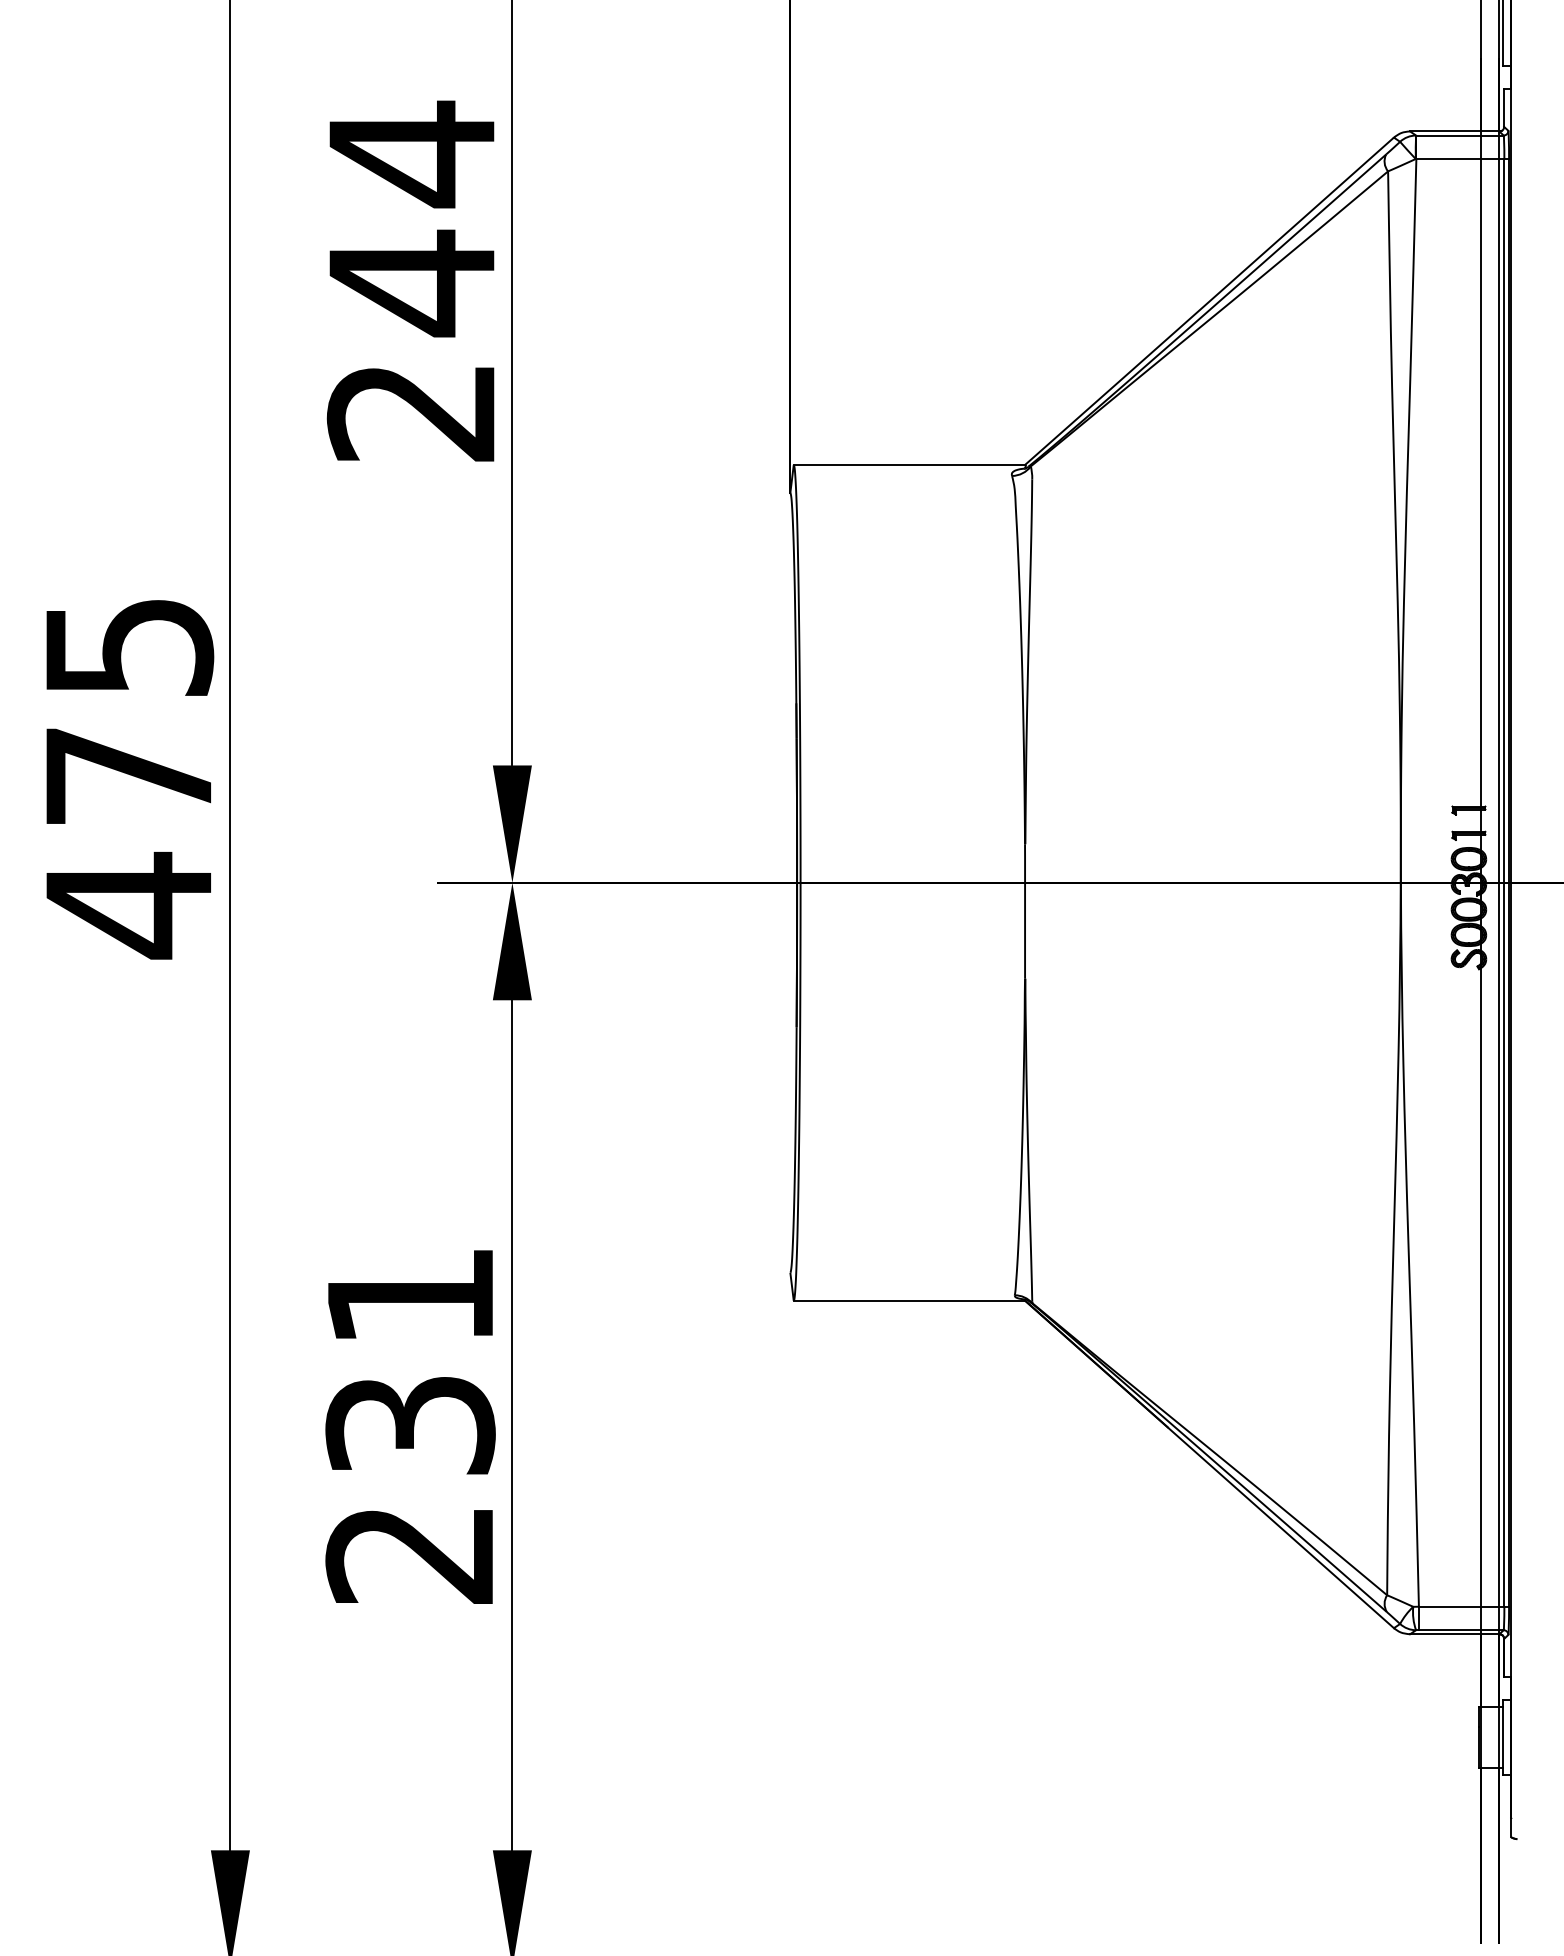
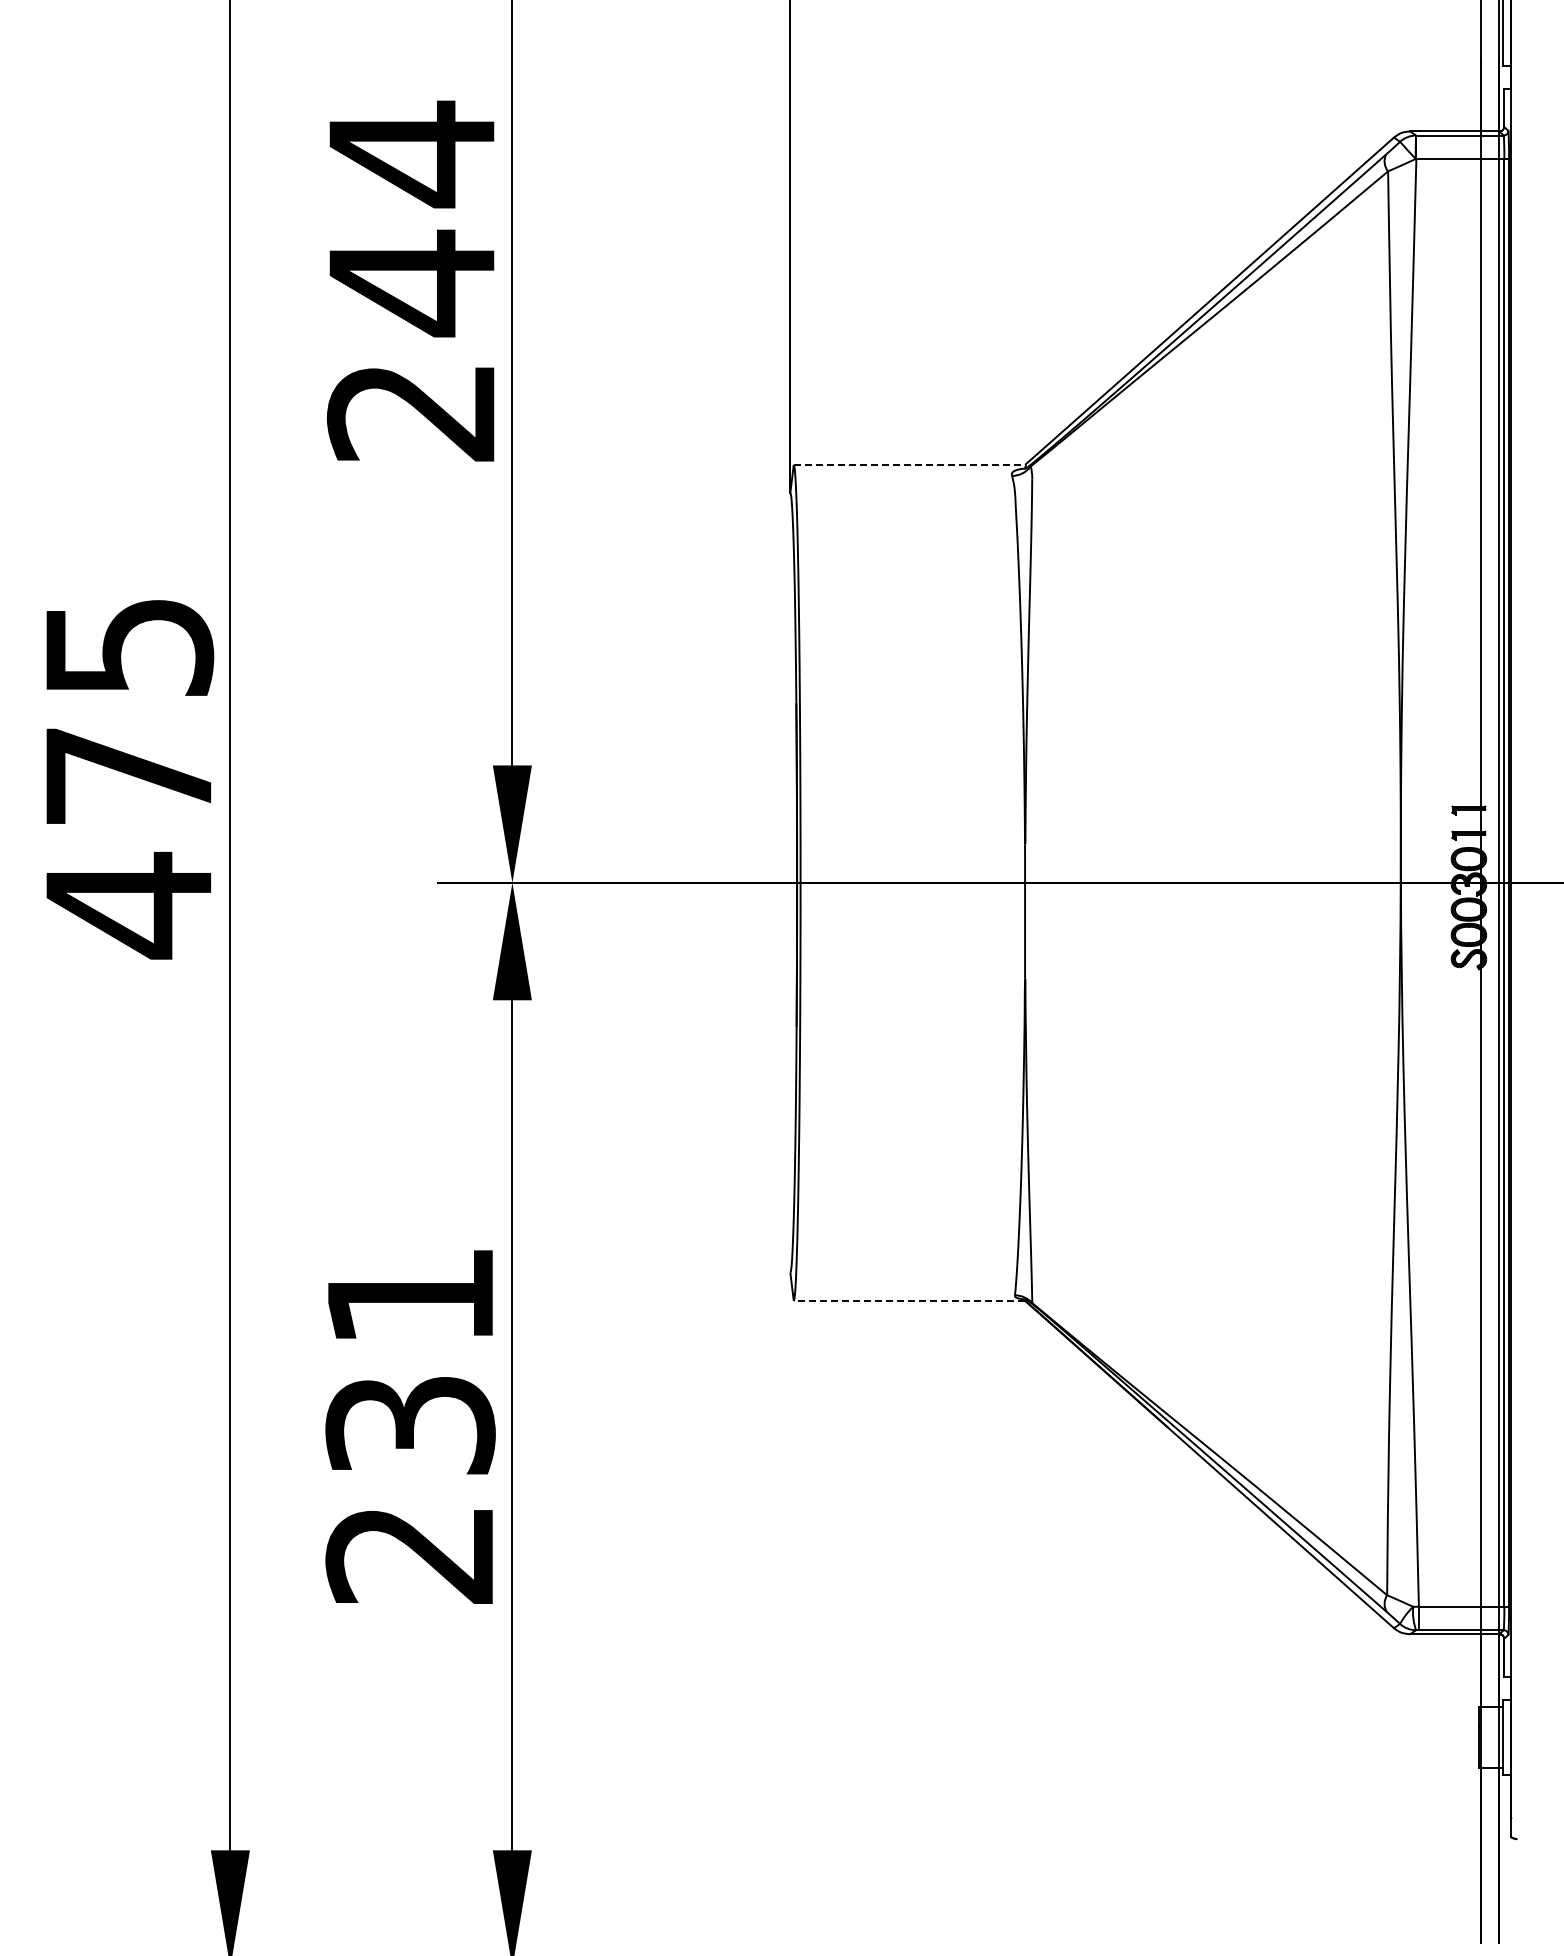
line at (909, 464): solid -> dashed
line at (909, 1300): solid -> dashed
